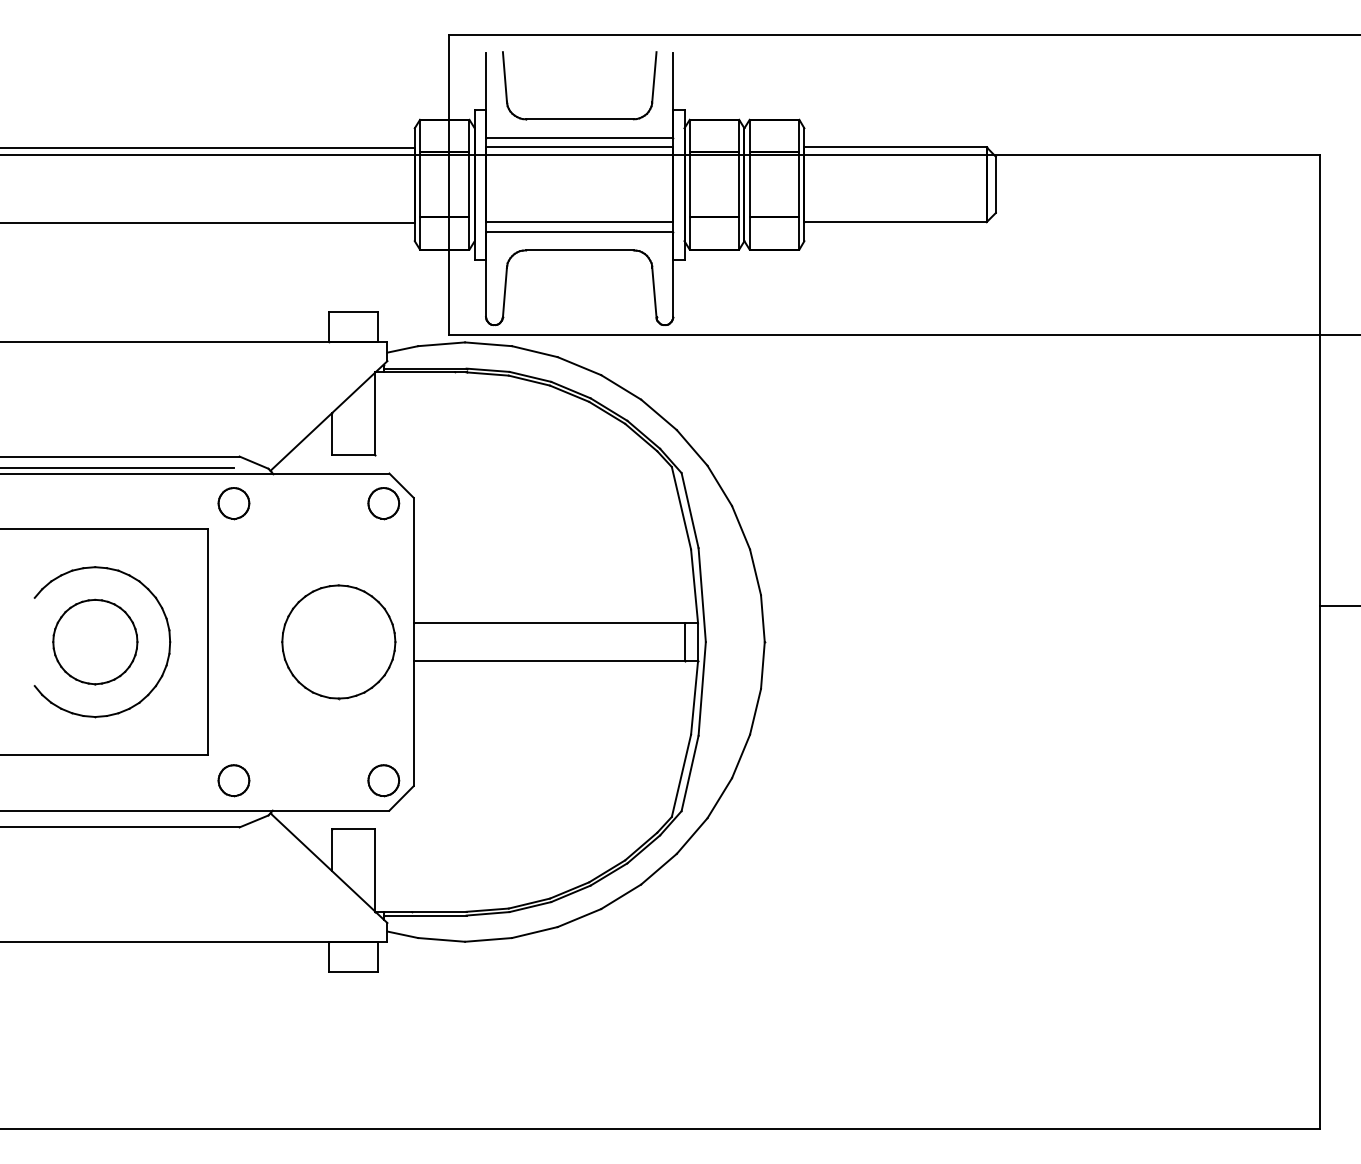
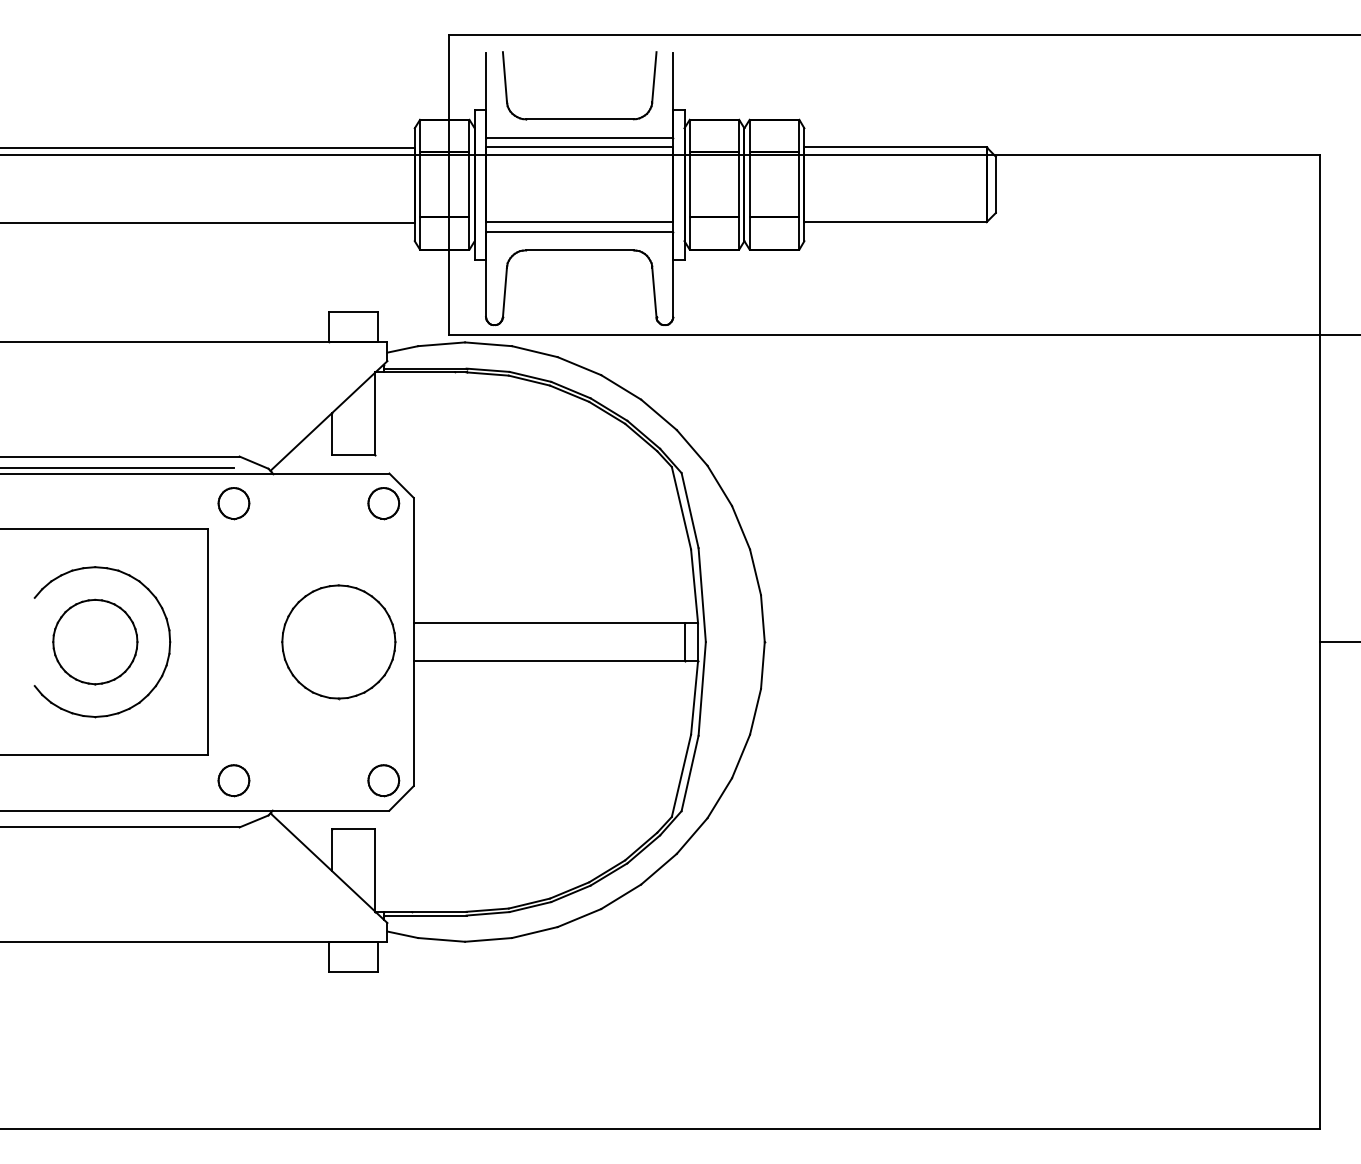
line at (1338, 606) position: (1338, 606) -> (1338, 642)
